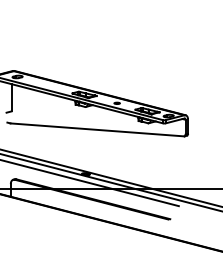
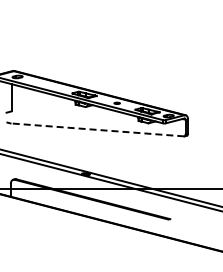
line at (96, 129): solid -> dashed
line at (90, 183): present -> none
